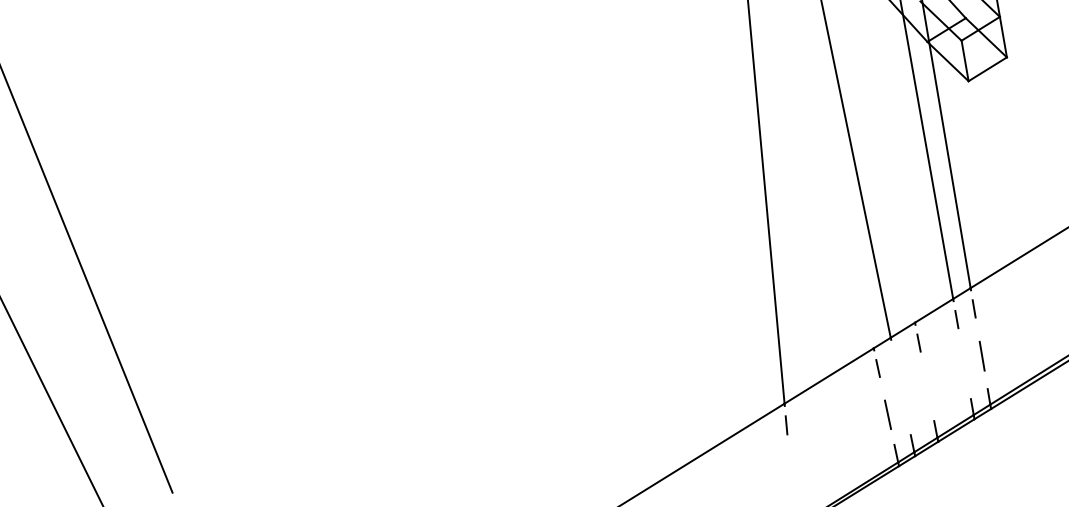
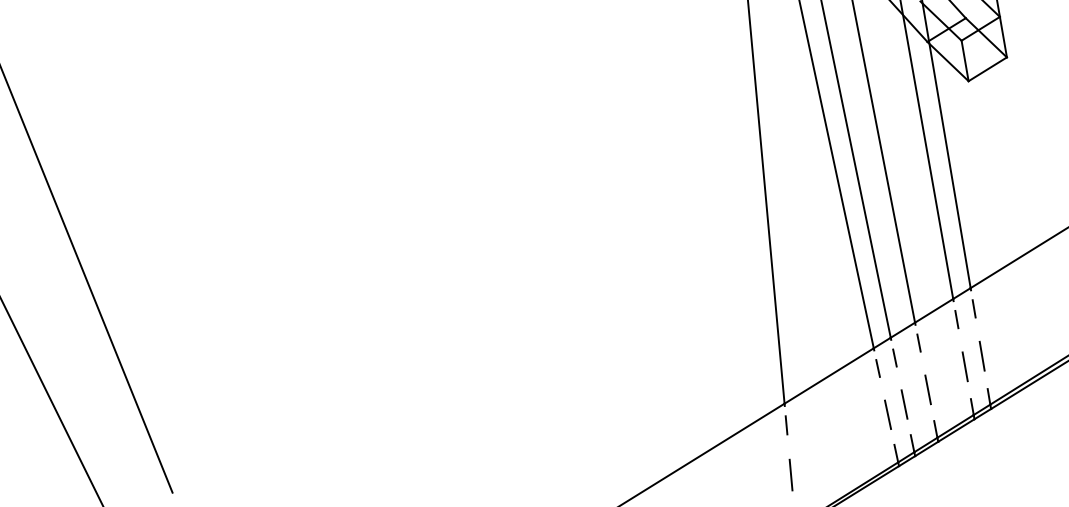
line at (883, 162): none -> present
line at (836, 175): none -> present
line at (894, 357): none -> present
line at (964, 366): none -> present
line at (927, 389): none -> present
line at (904, 404): none -> present
line at (790, 474): none -> present
